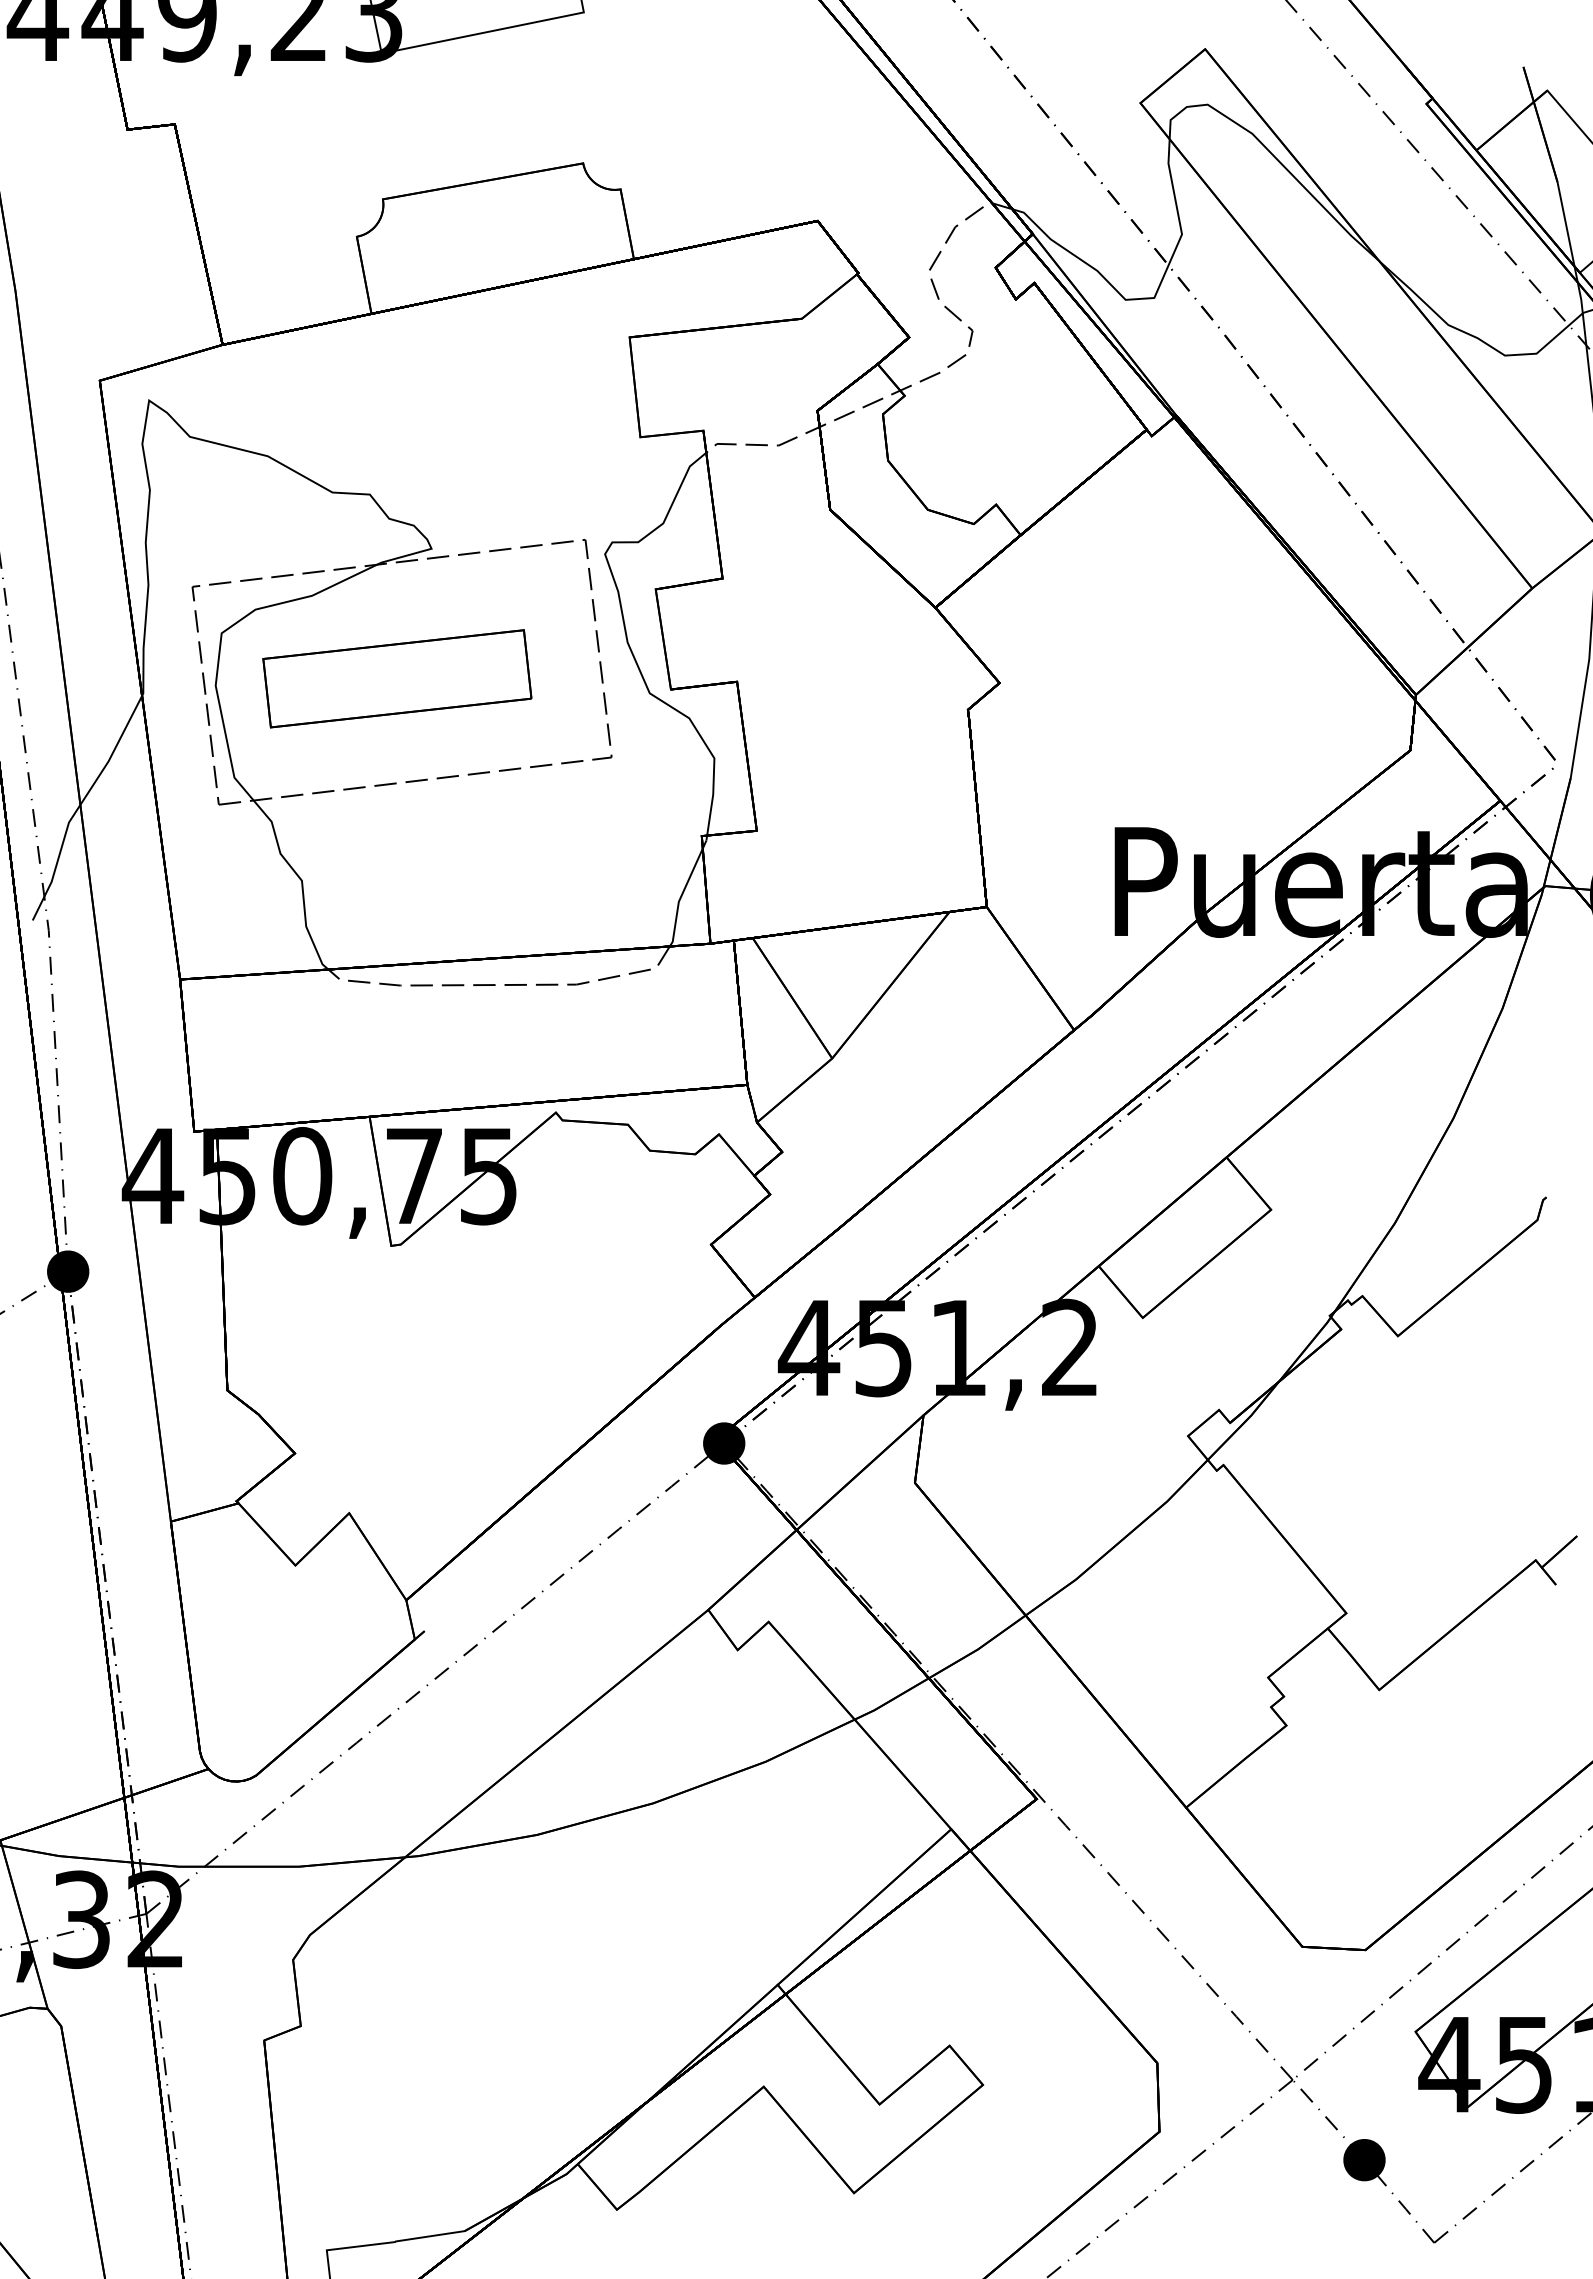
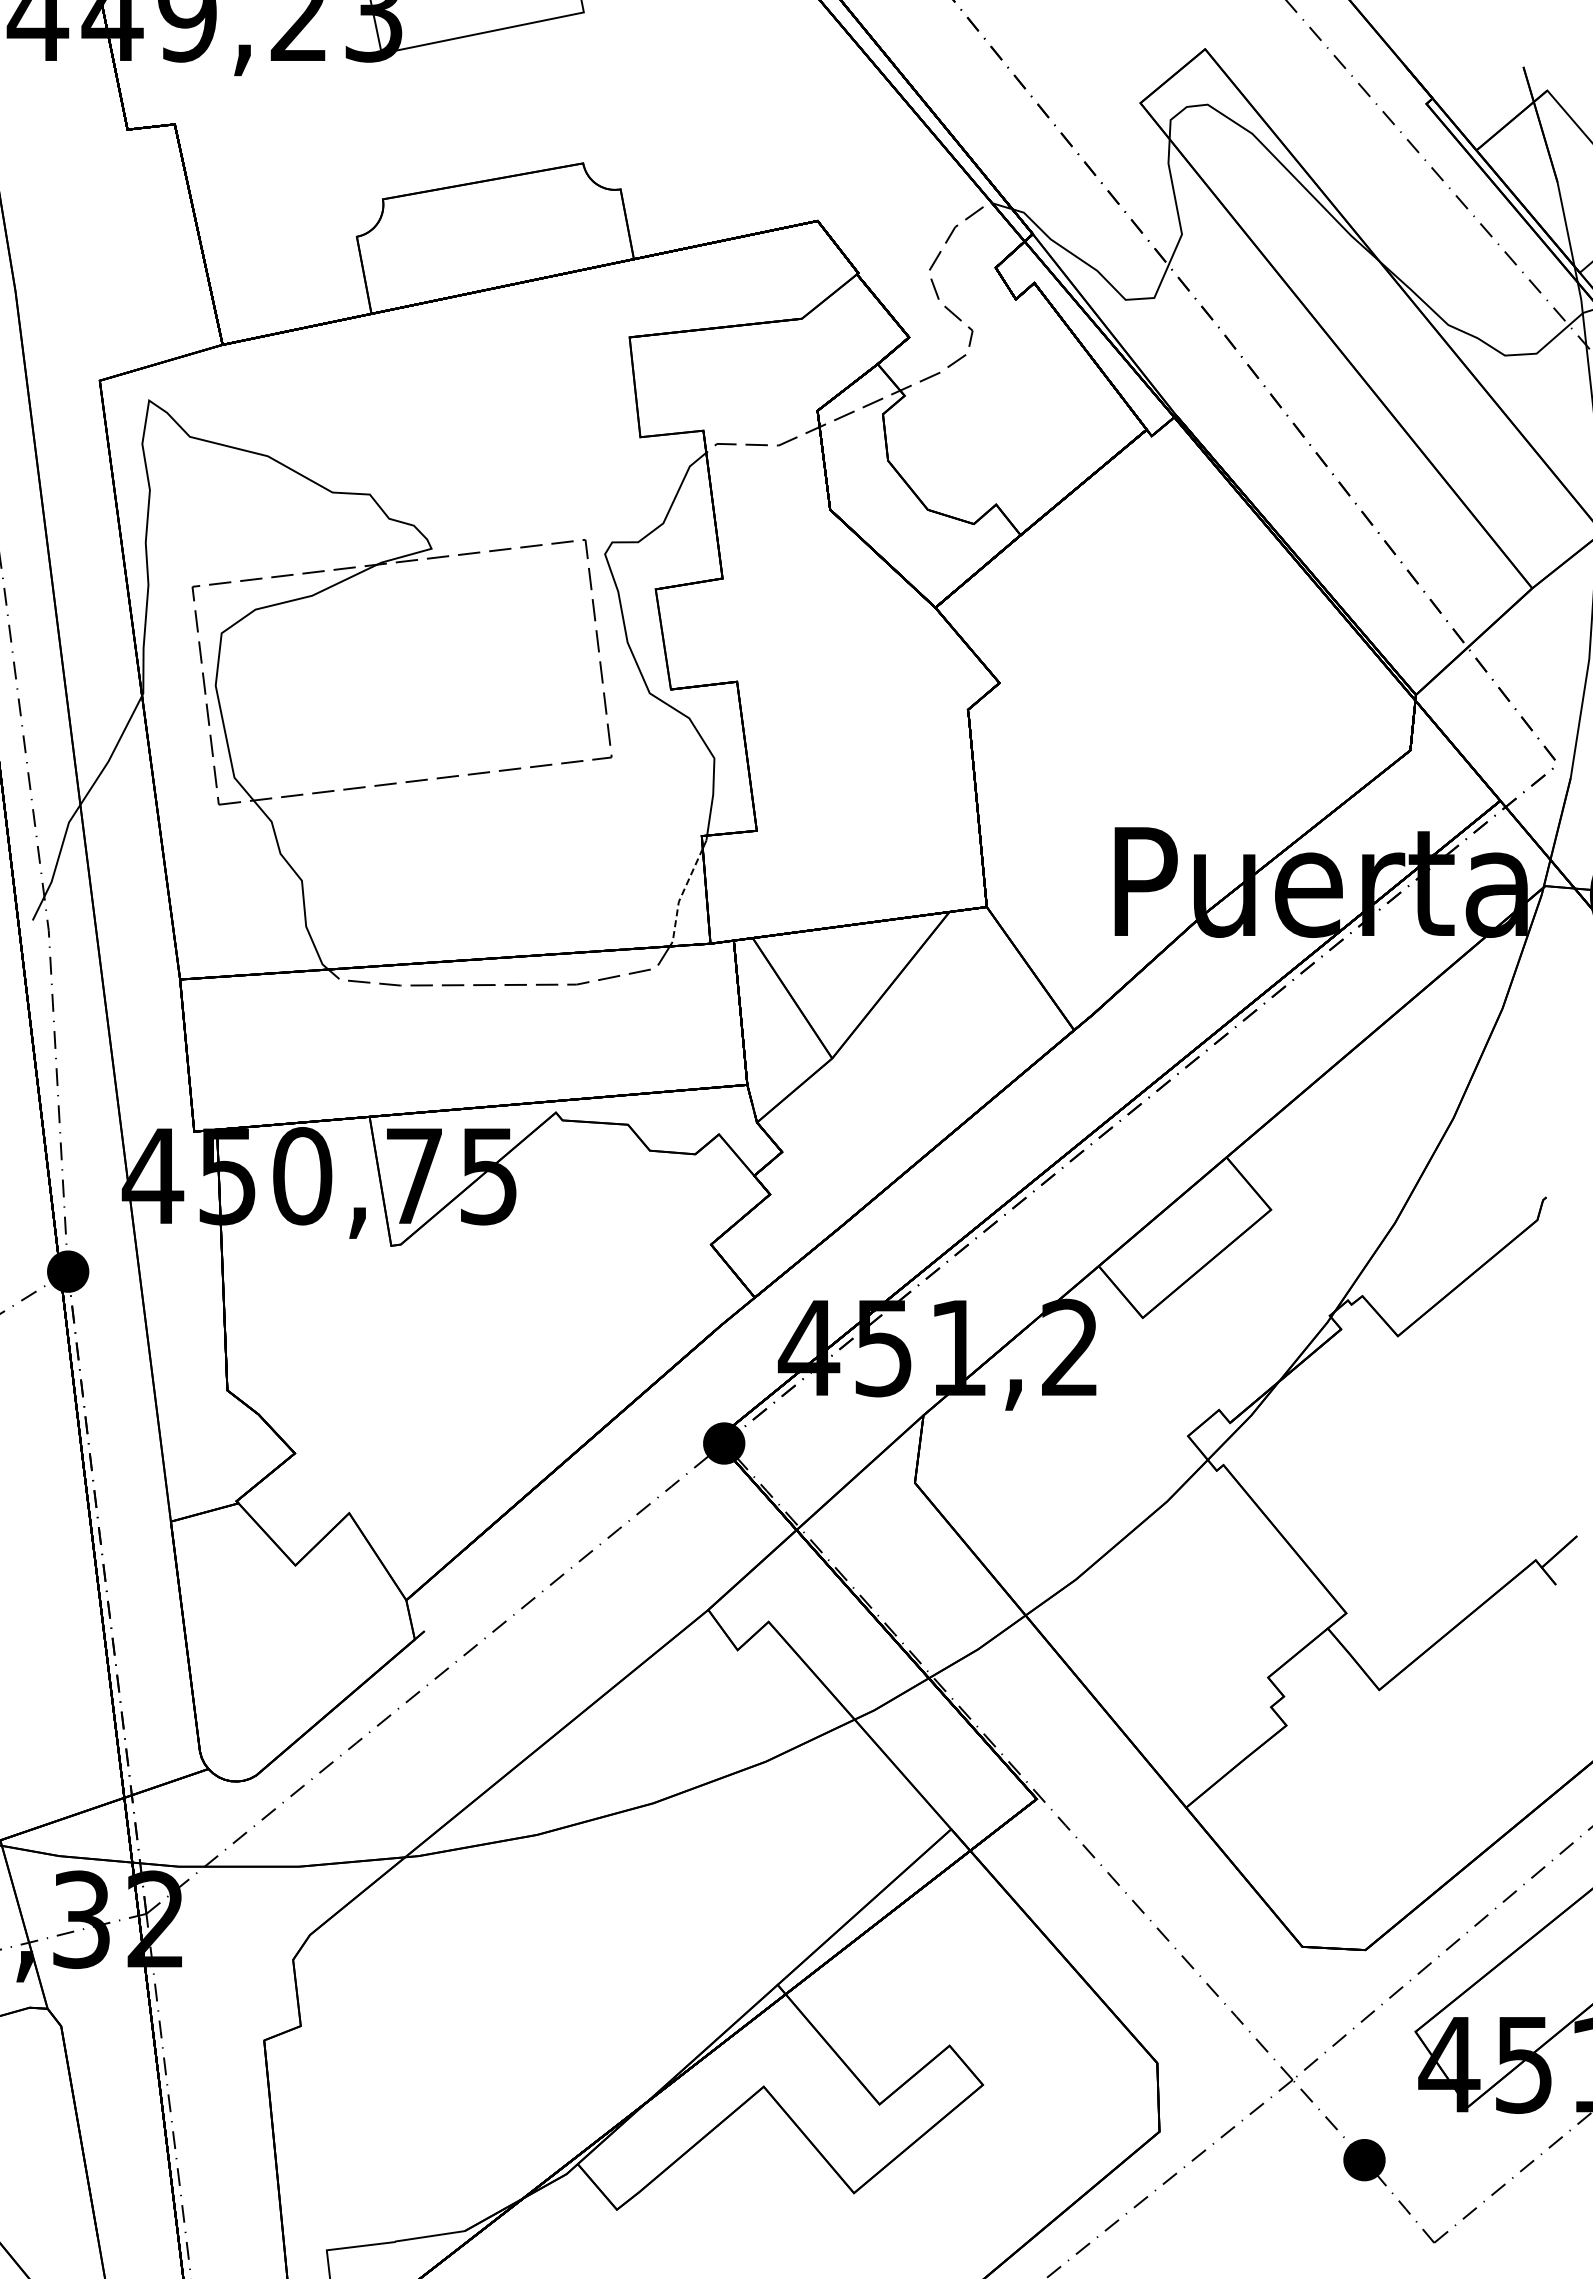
part at (397, 678): present -> none
line at (680, 897): solid -> dashed
